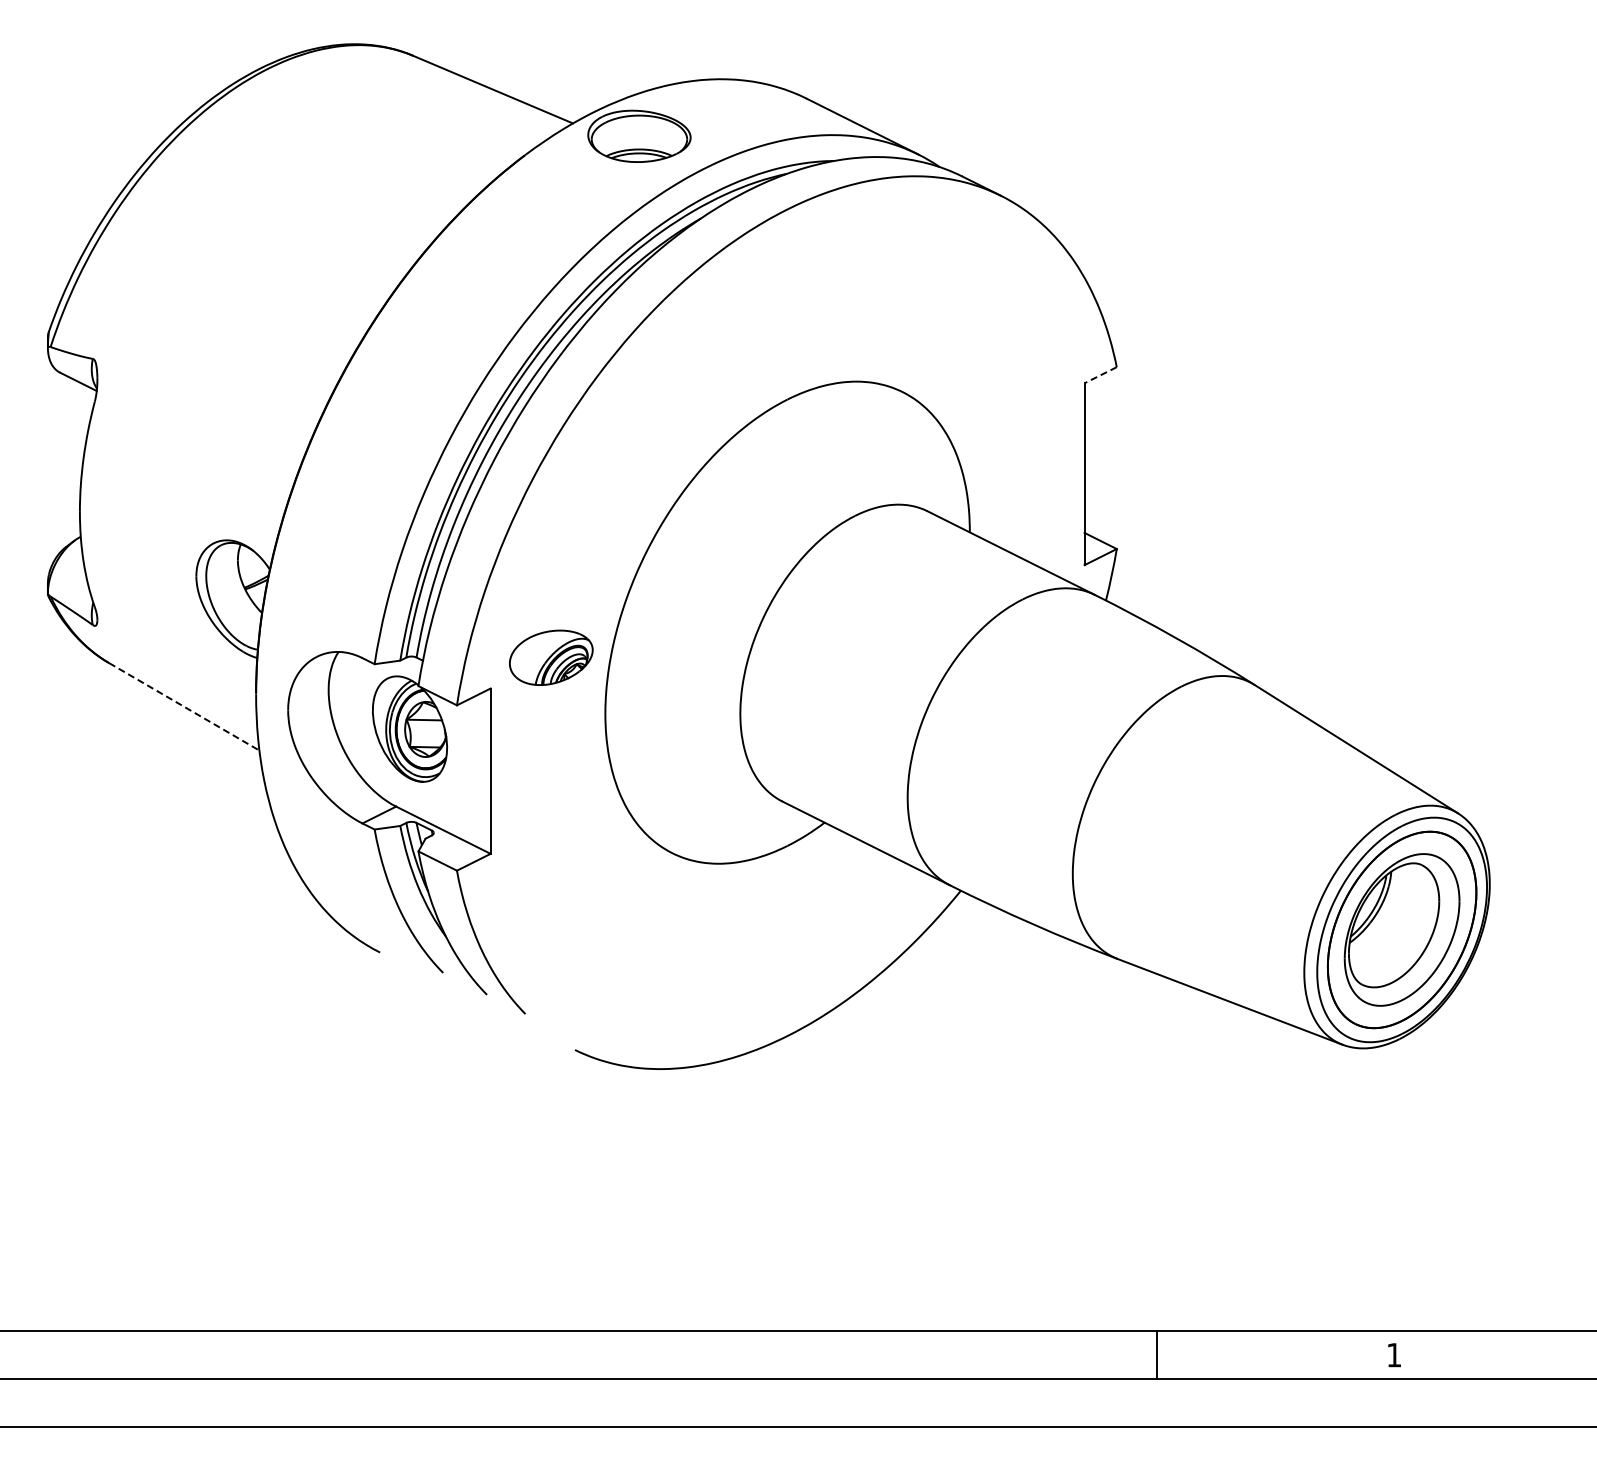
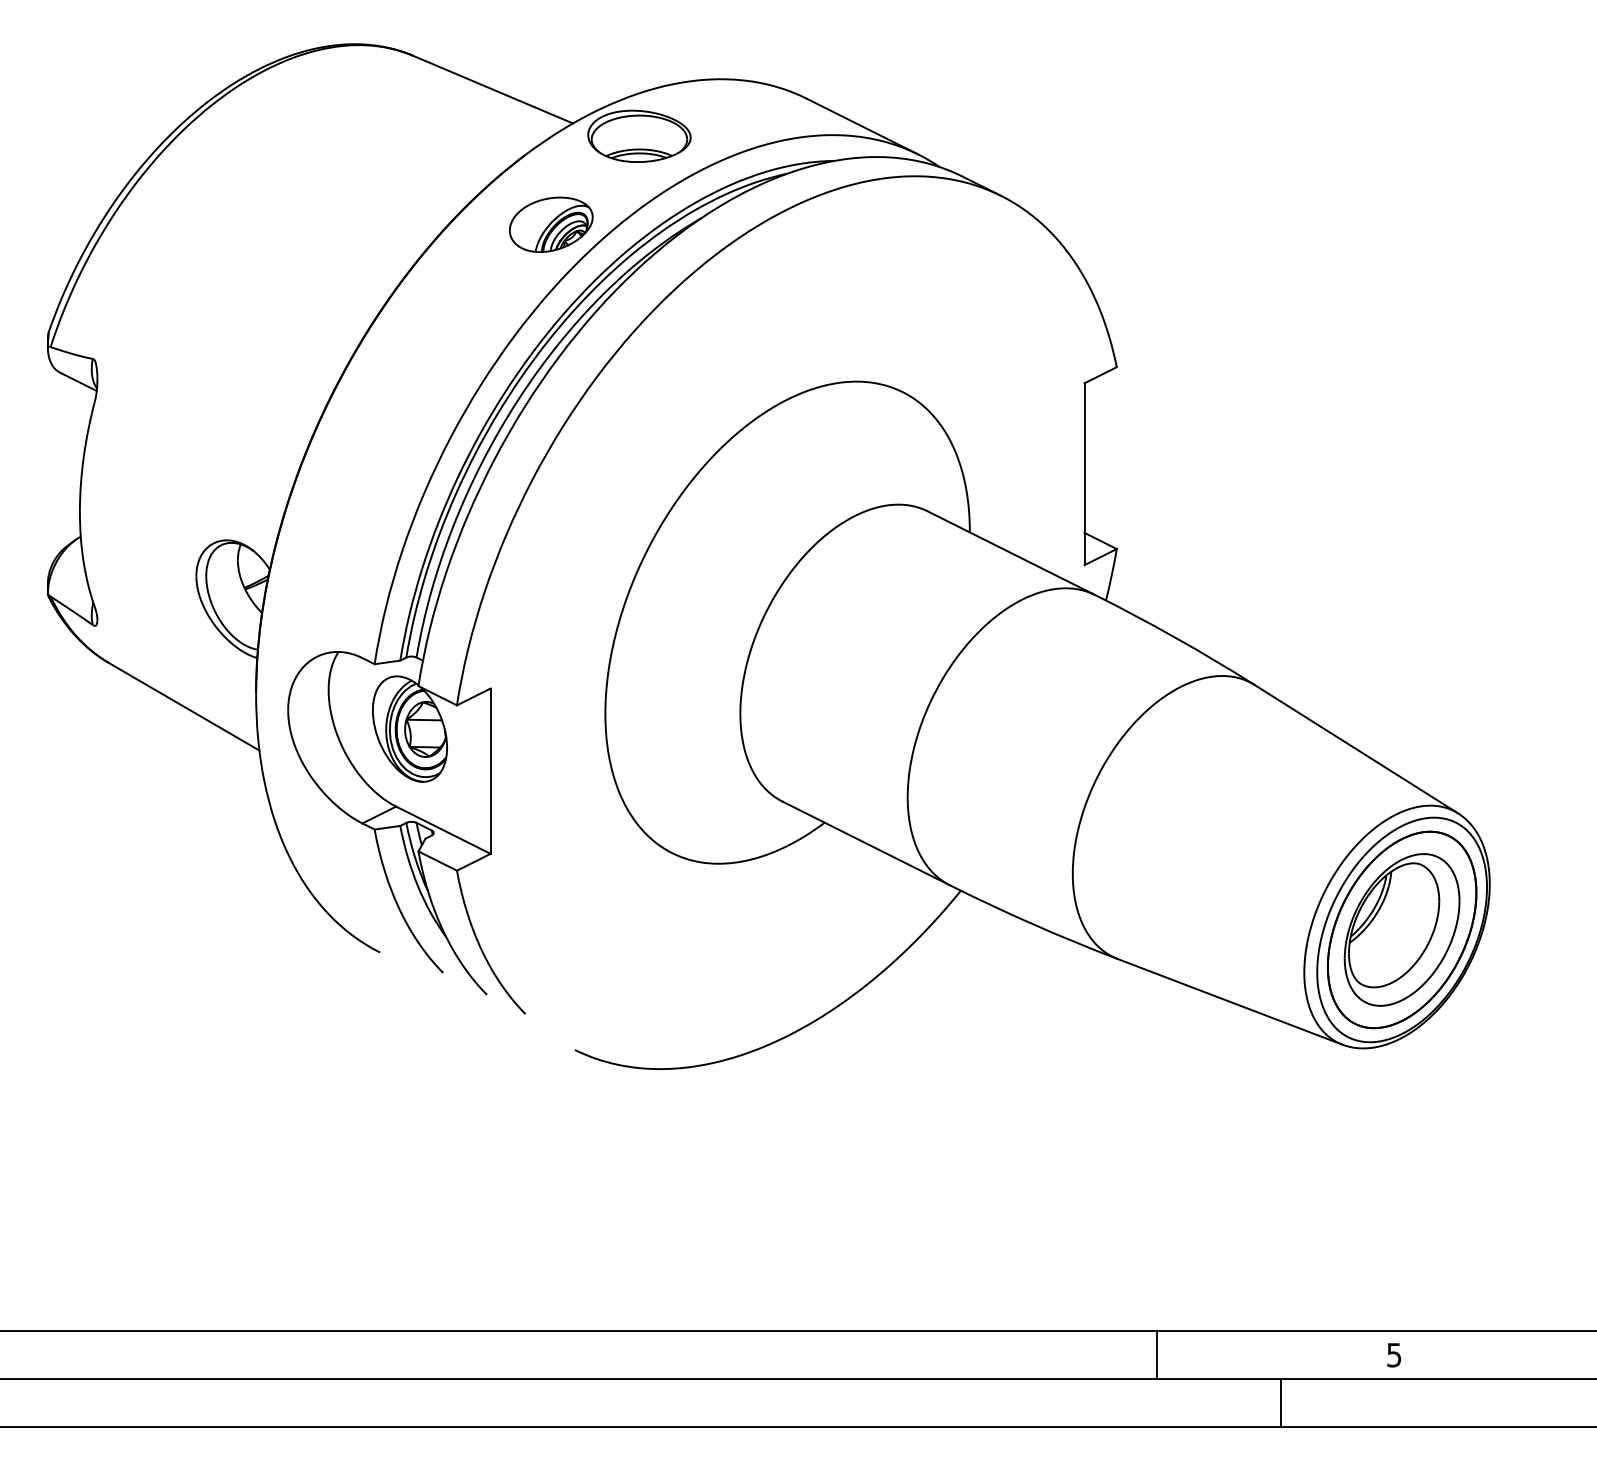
line at (1100, 375): dashed -> solid
part at (551, 657) position: (551, 657) -> (551, 224)
line at (184, 706): dashed -> solid
text at (1394, 1355): 1 -> 5
line at (1281, 1402): none -> present
